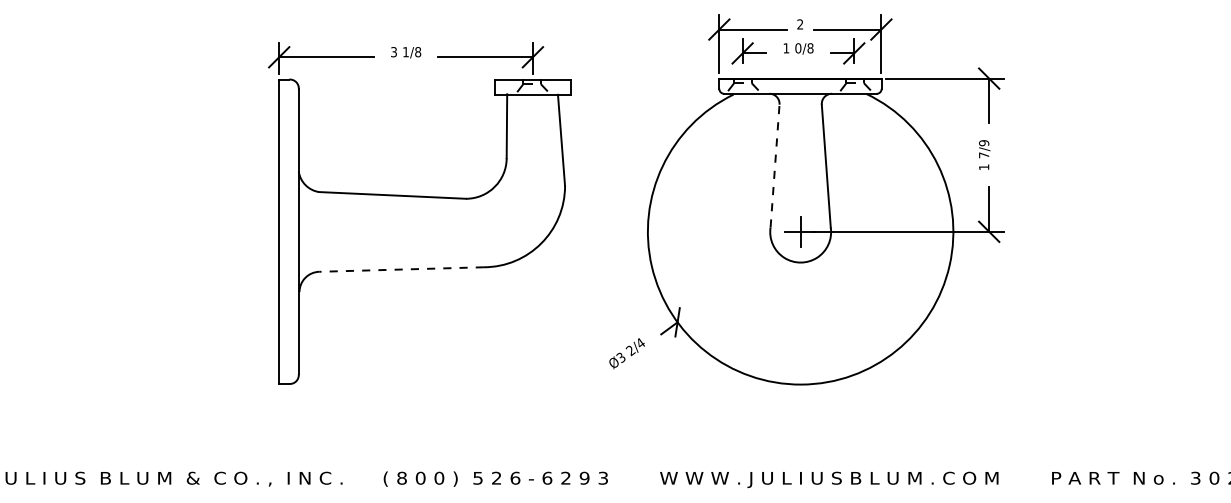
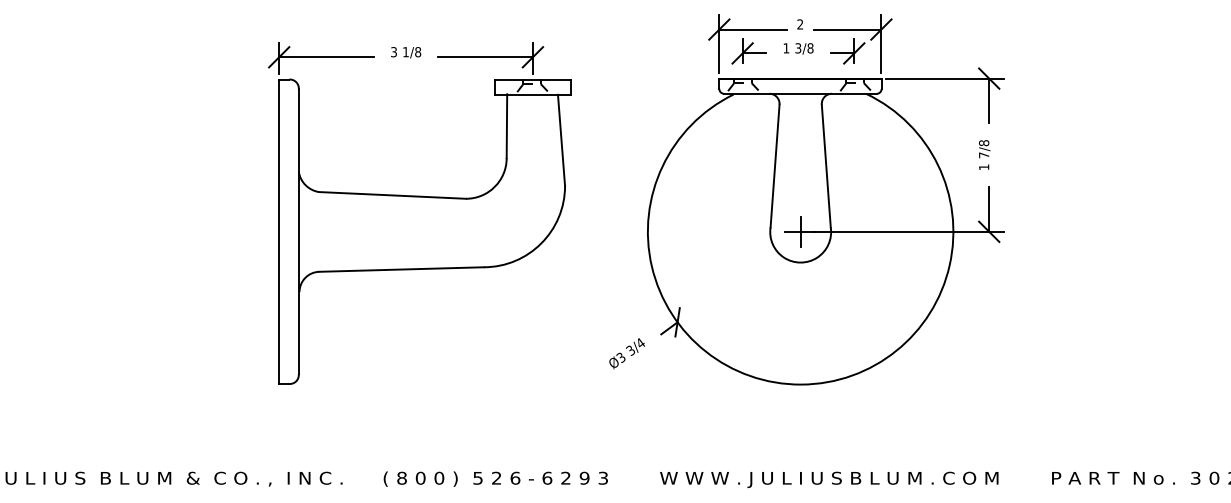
text at (798, 48): 0/8 -> 3/8
text at (984, 143): 7/9 -> 7/8
line at (775, 166): dashed -> solid
line at (401, 269): dashed -> solid
text at (630, 350): 2/4 -> 3/4
